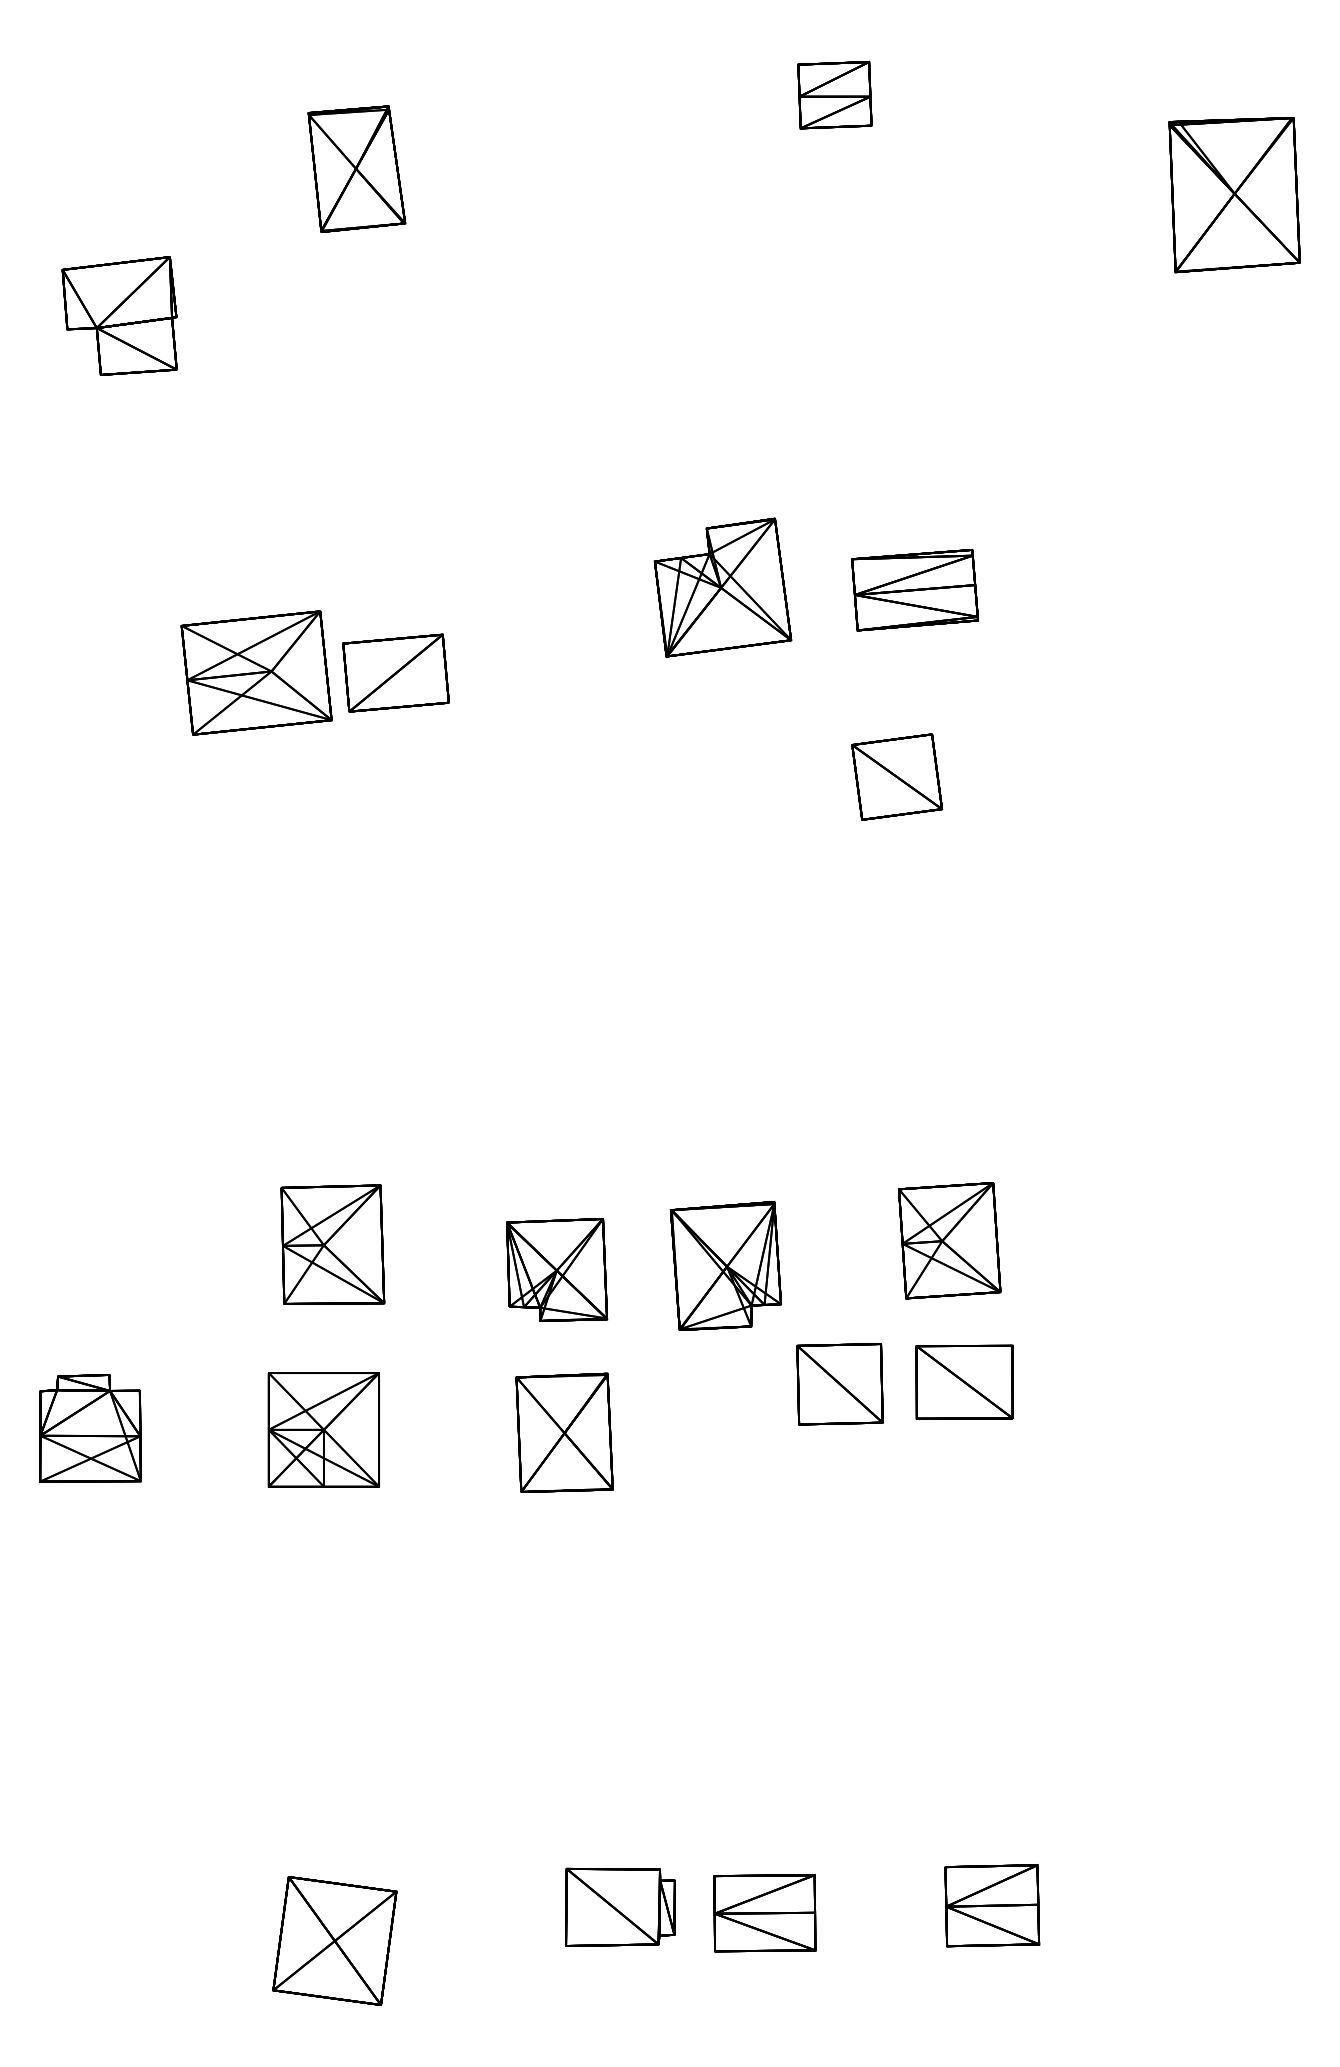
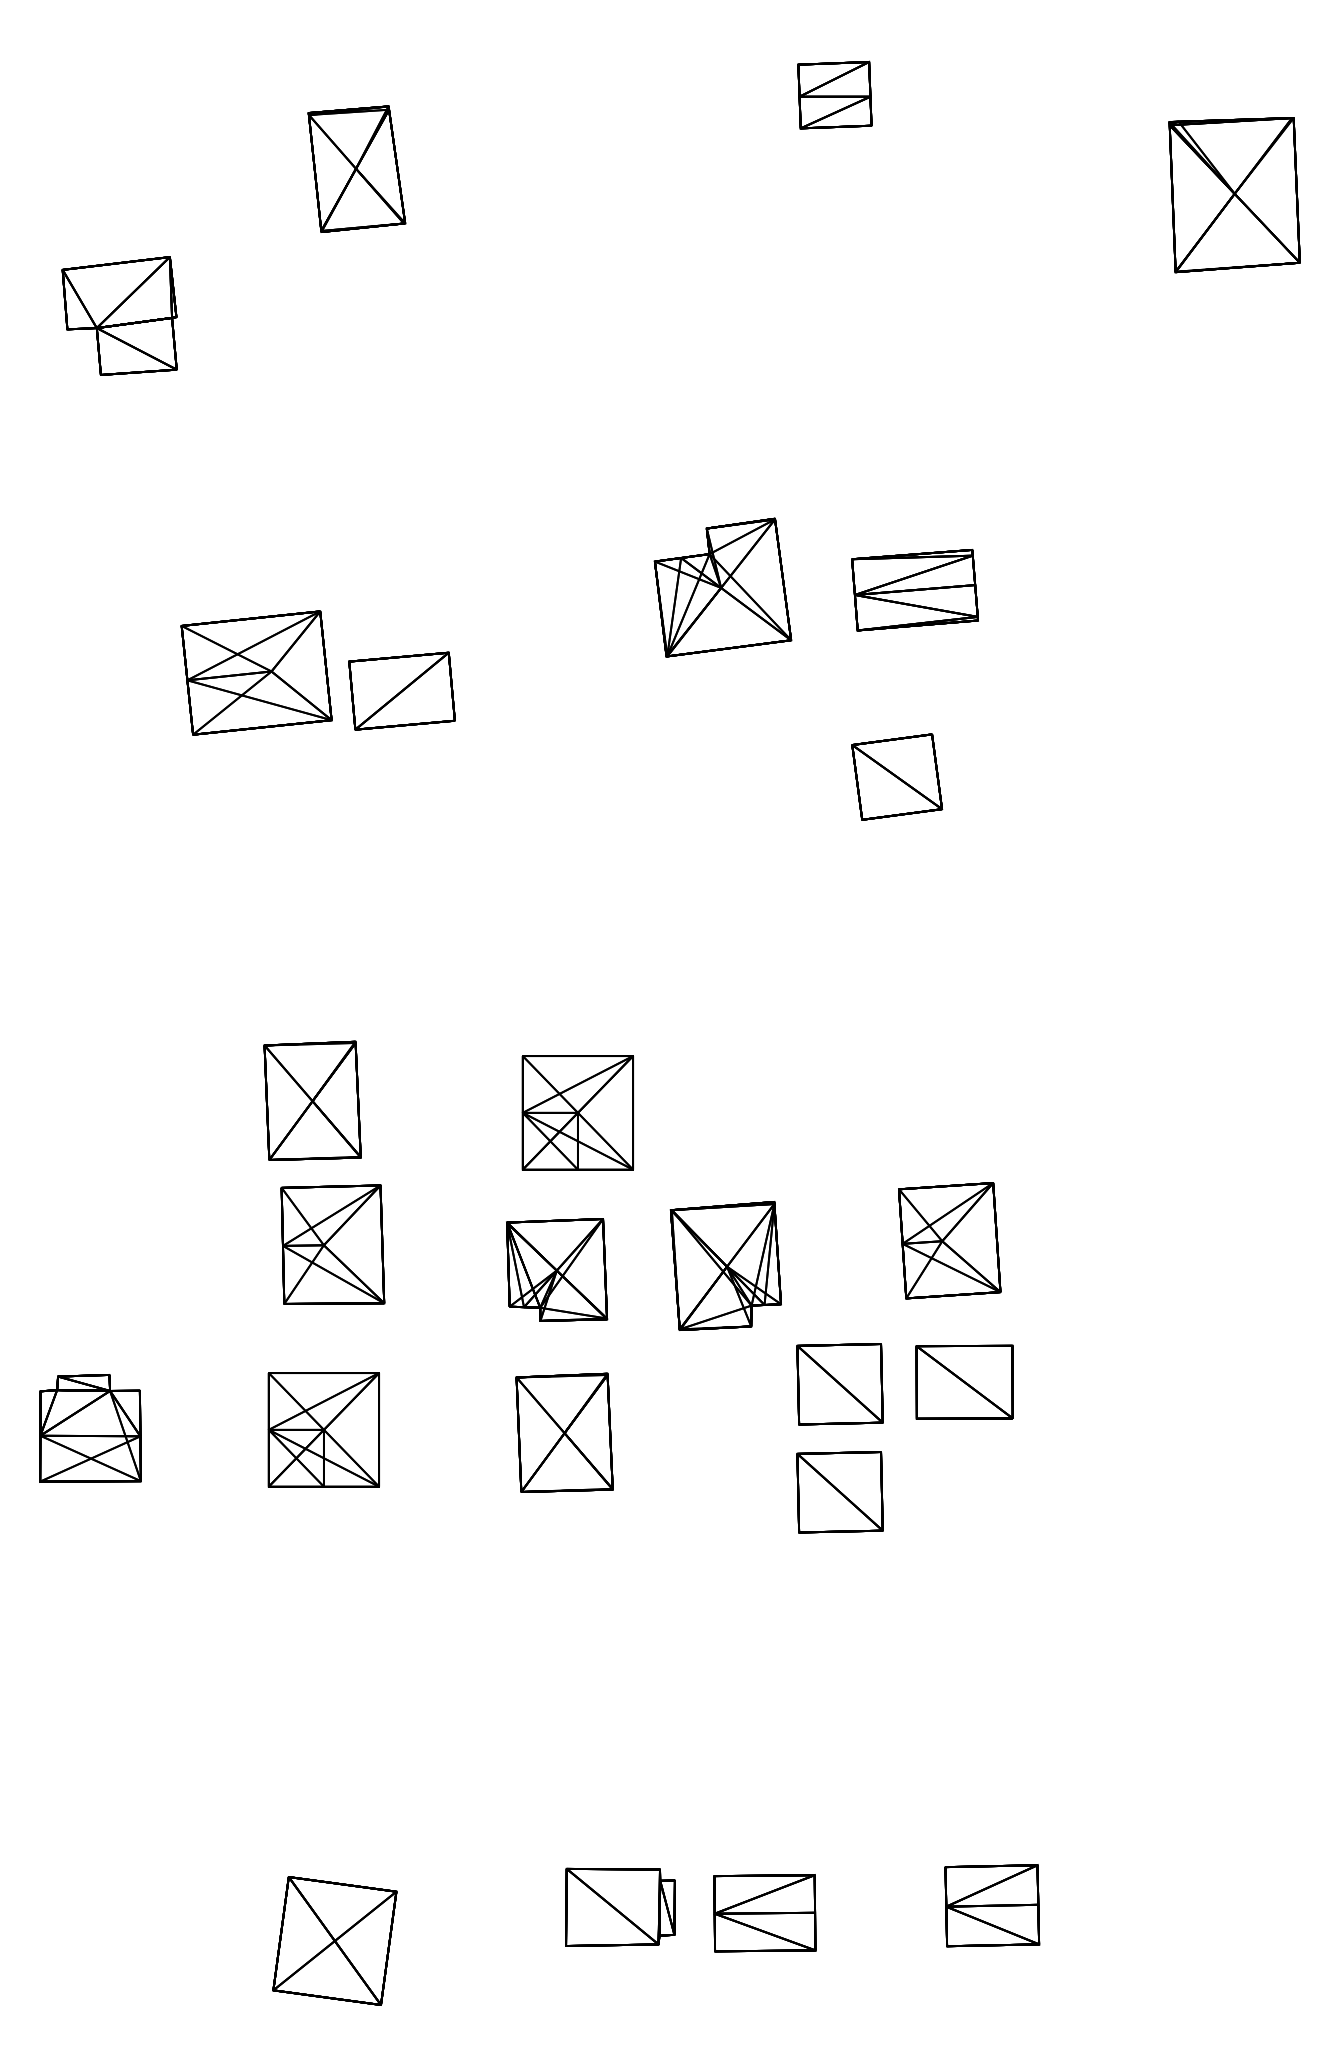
part at (395, 672) position: (395, 672) -> (401, 690)
part at (312, 1100): none -> present
part at (577, 1112): none -> present
part at (839, 1492): none -> present
